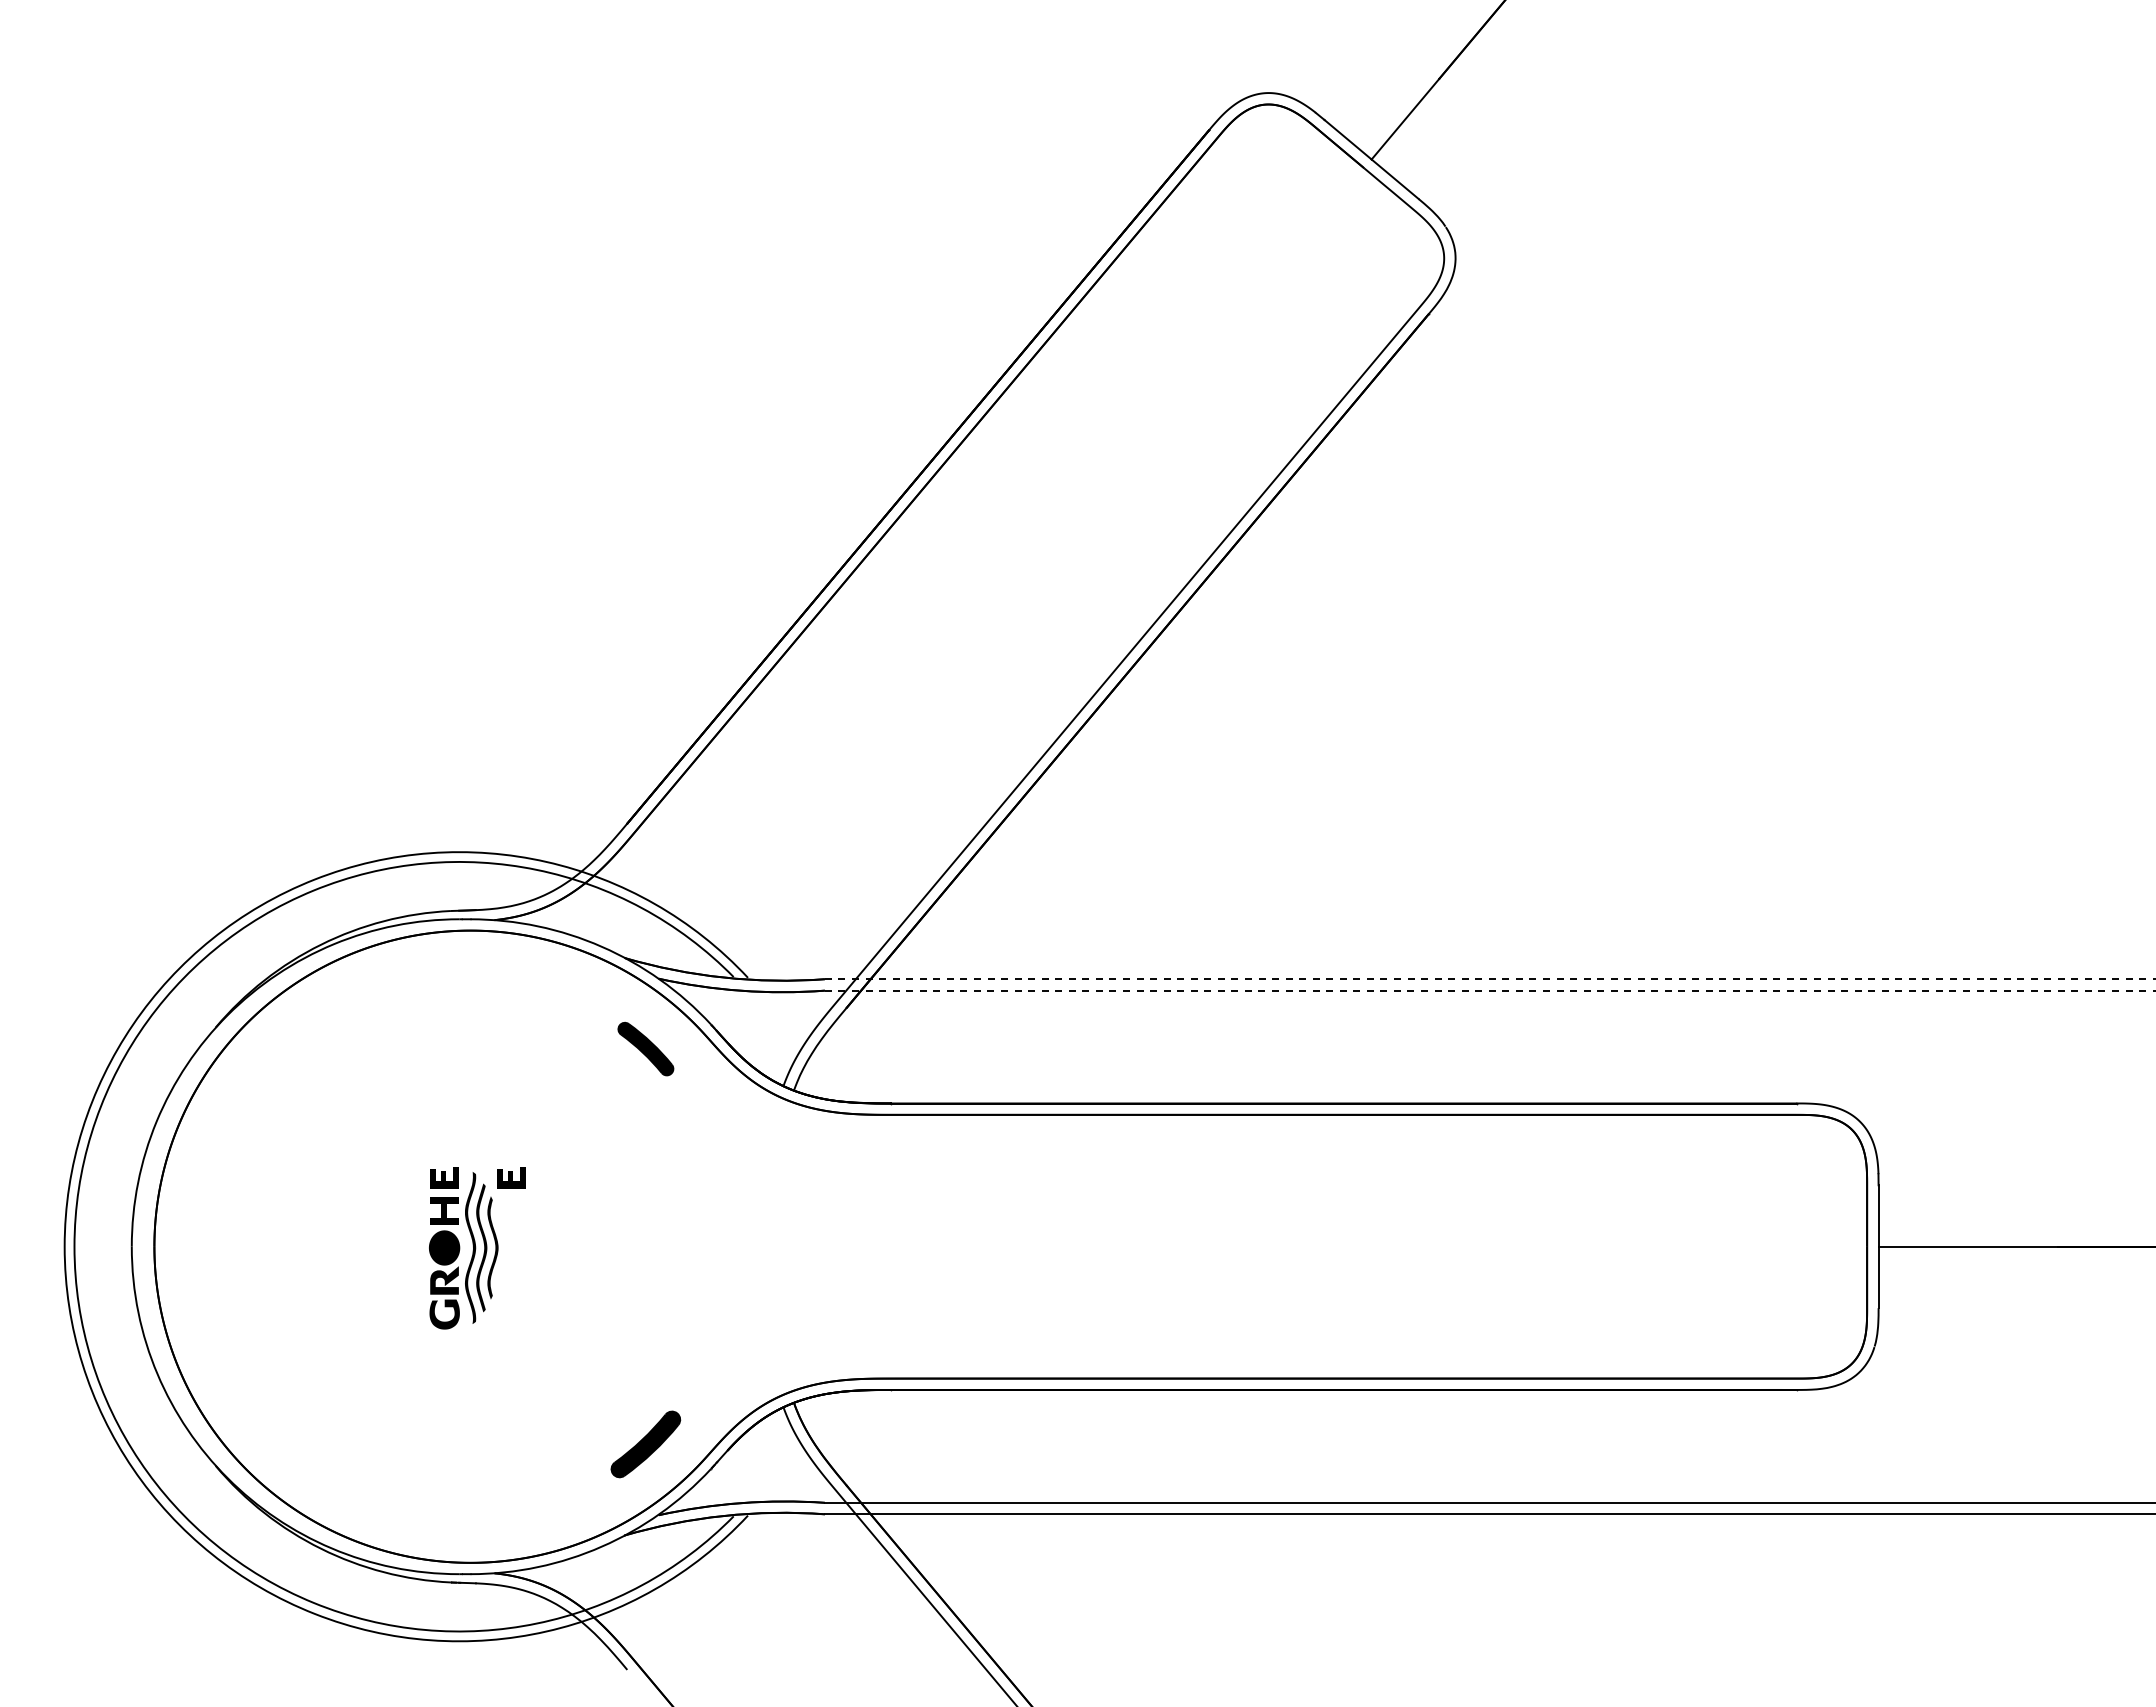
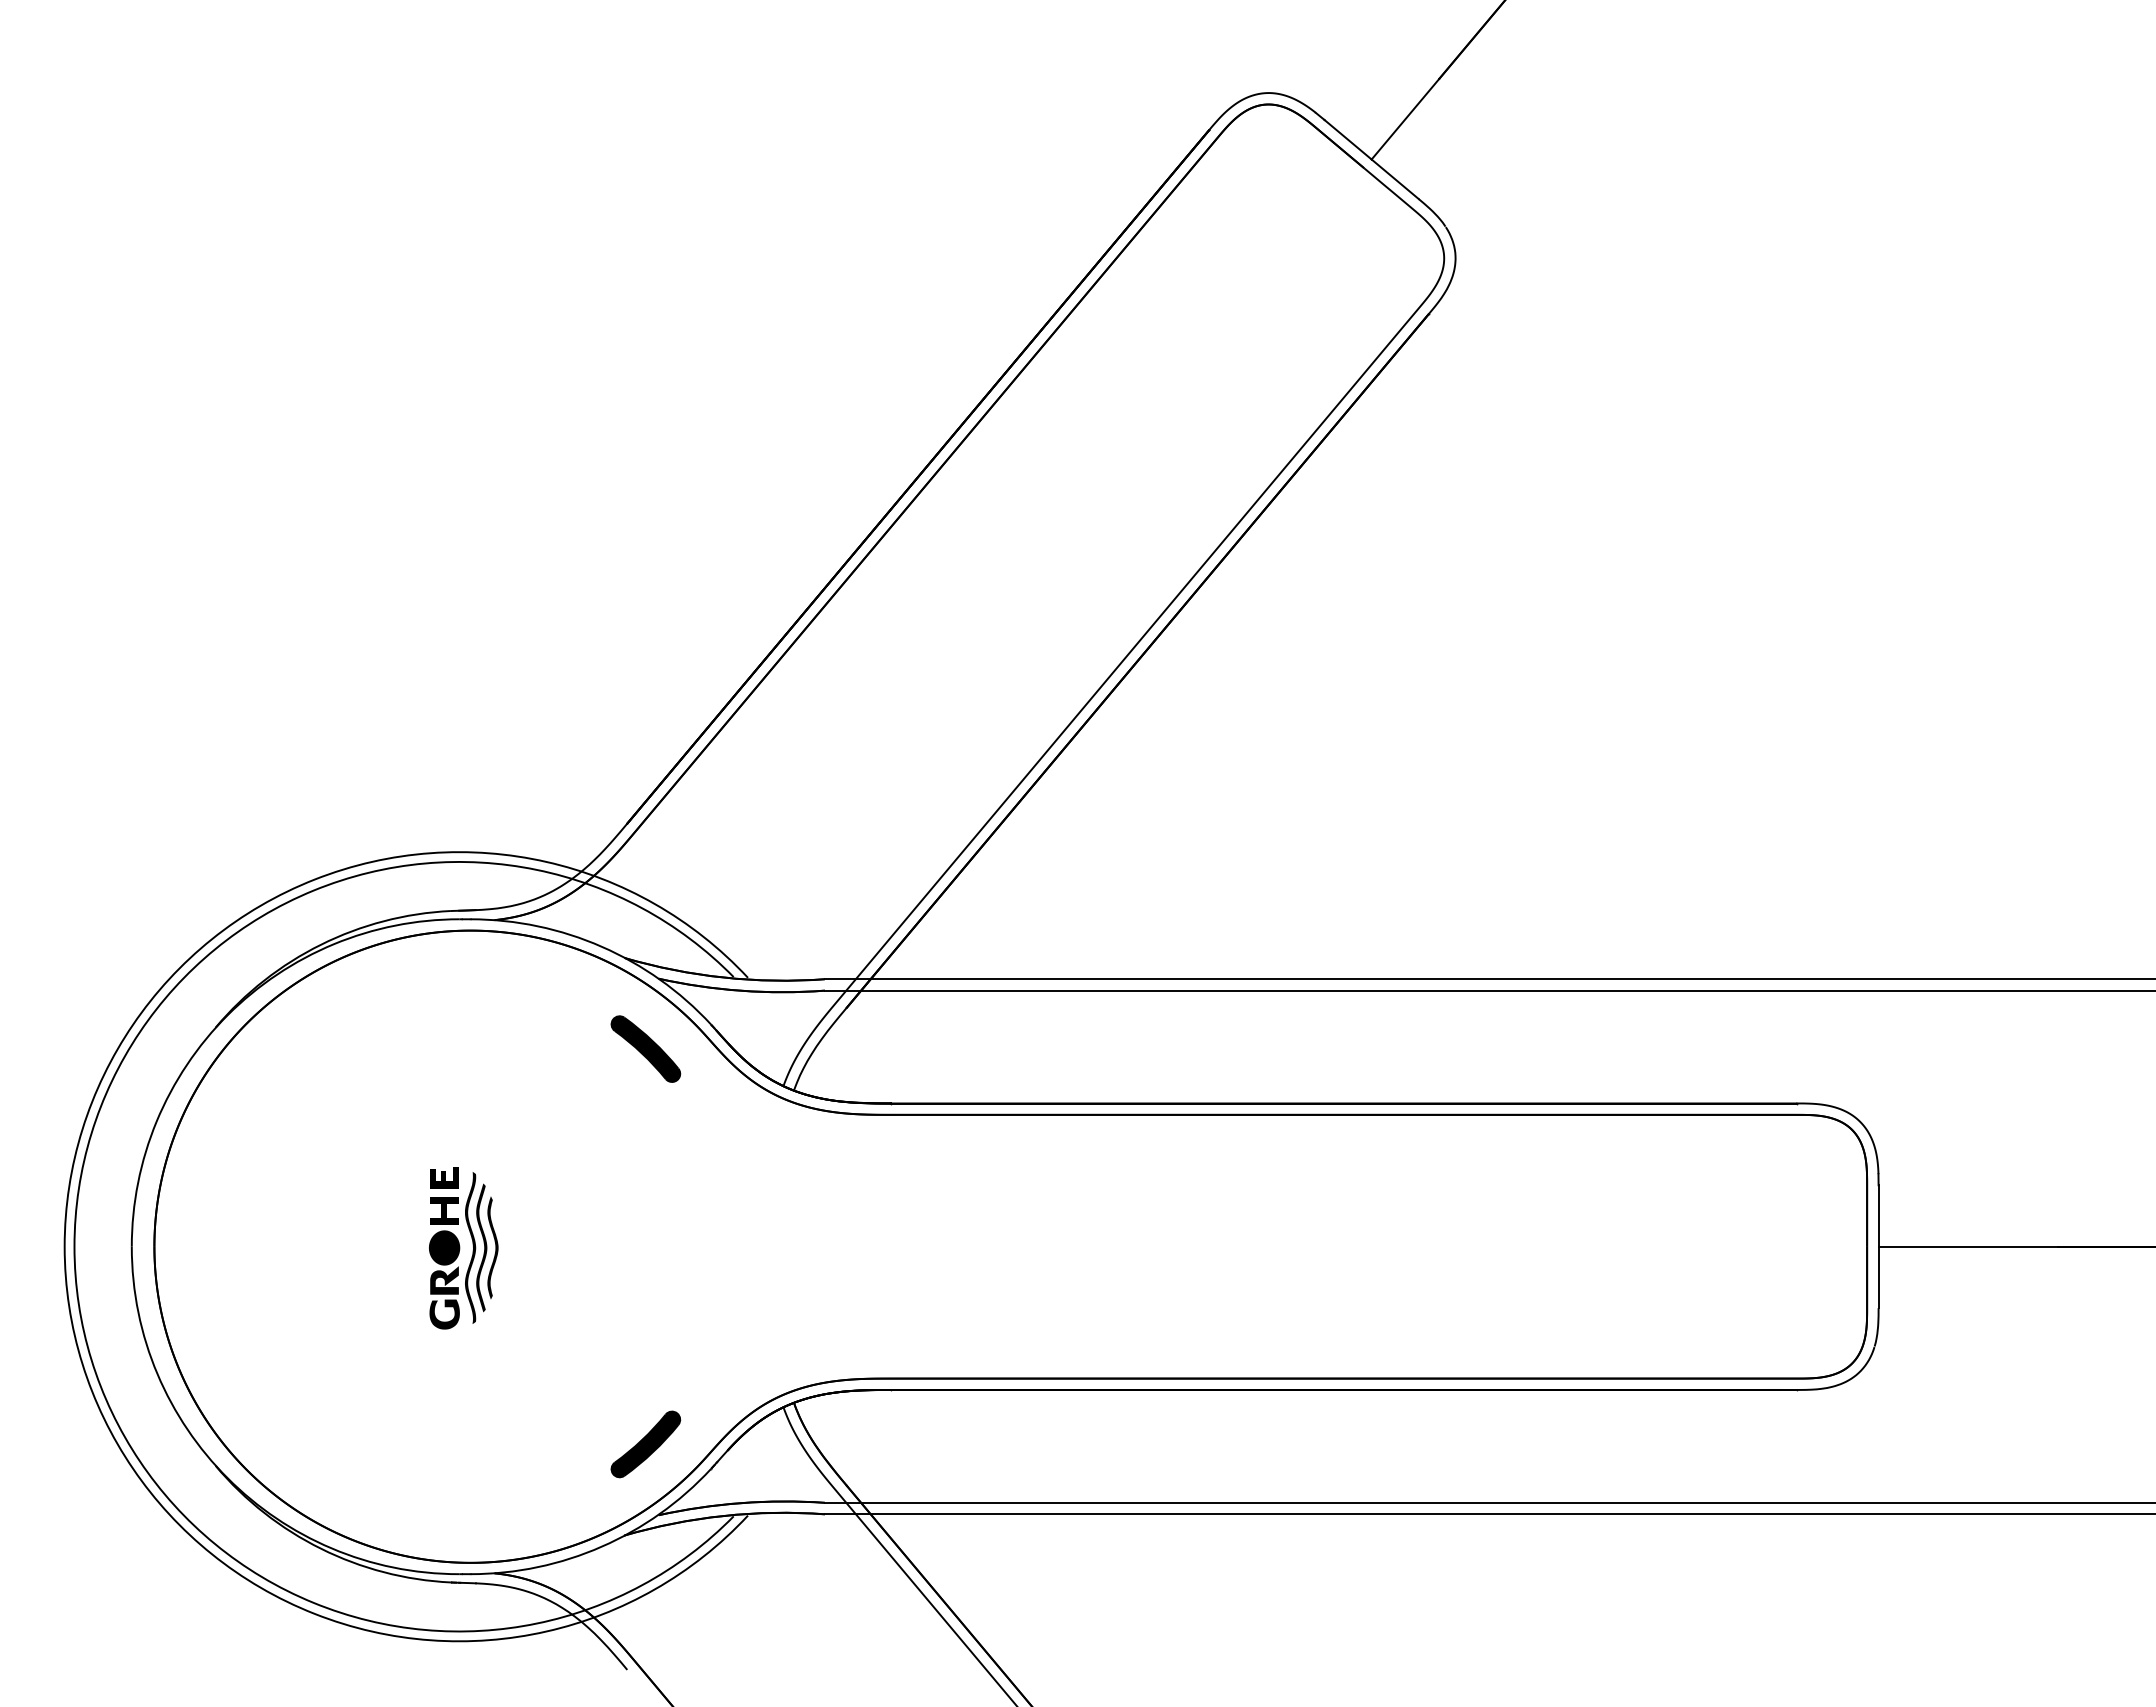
line at (1490, 979): dashed -> solid
line at (1490, 990): dashed -> solid
part at (645, 1048) size: 58x56 px -> 72x68 px
part at (511, 1177): present -> none
